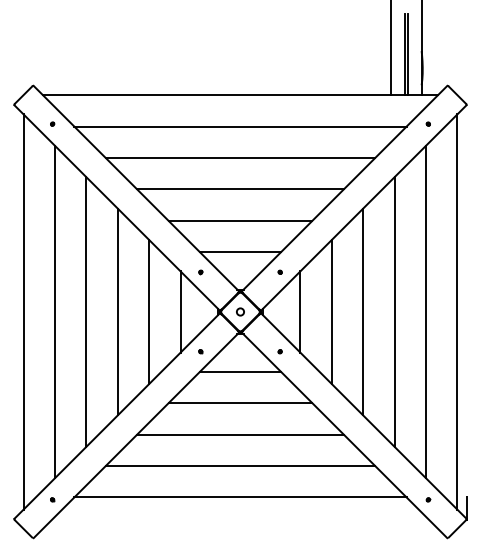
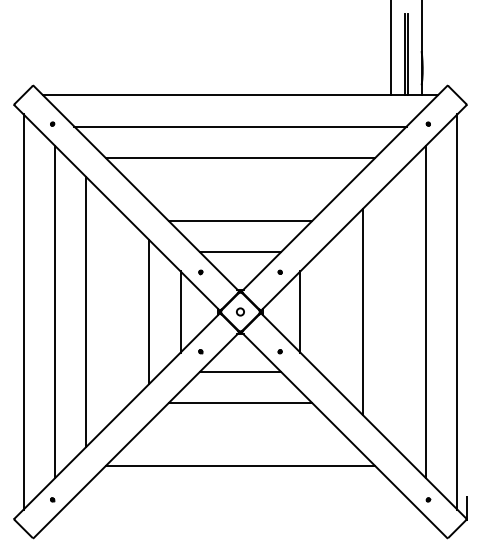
line at (240, 189): present -> none
line at (117, 311): present -> none
line at (331, 311): present -> none
line at (394, 311): present -> none
line at (240, 434): present -> none
line at (240, 497): present -> none
